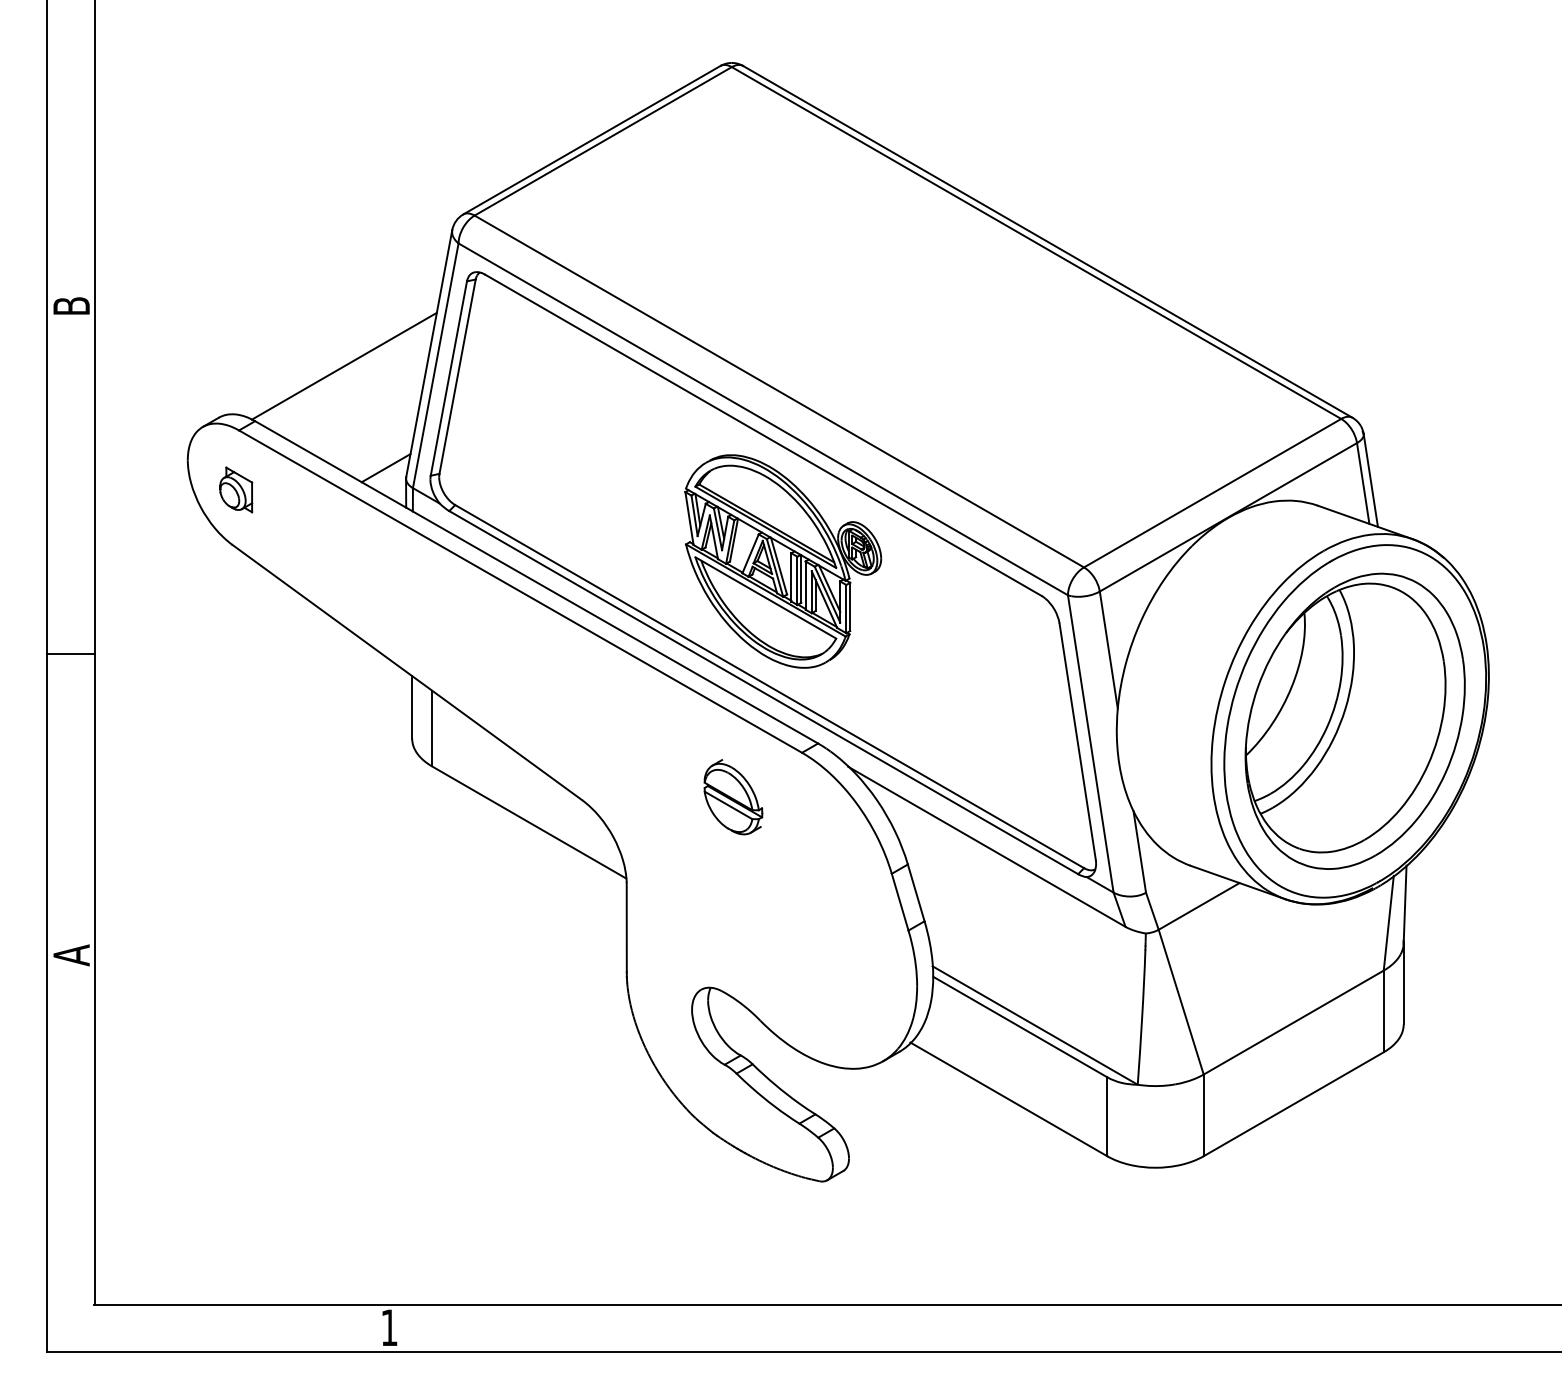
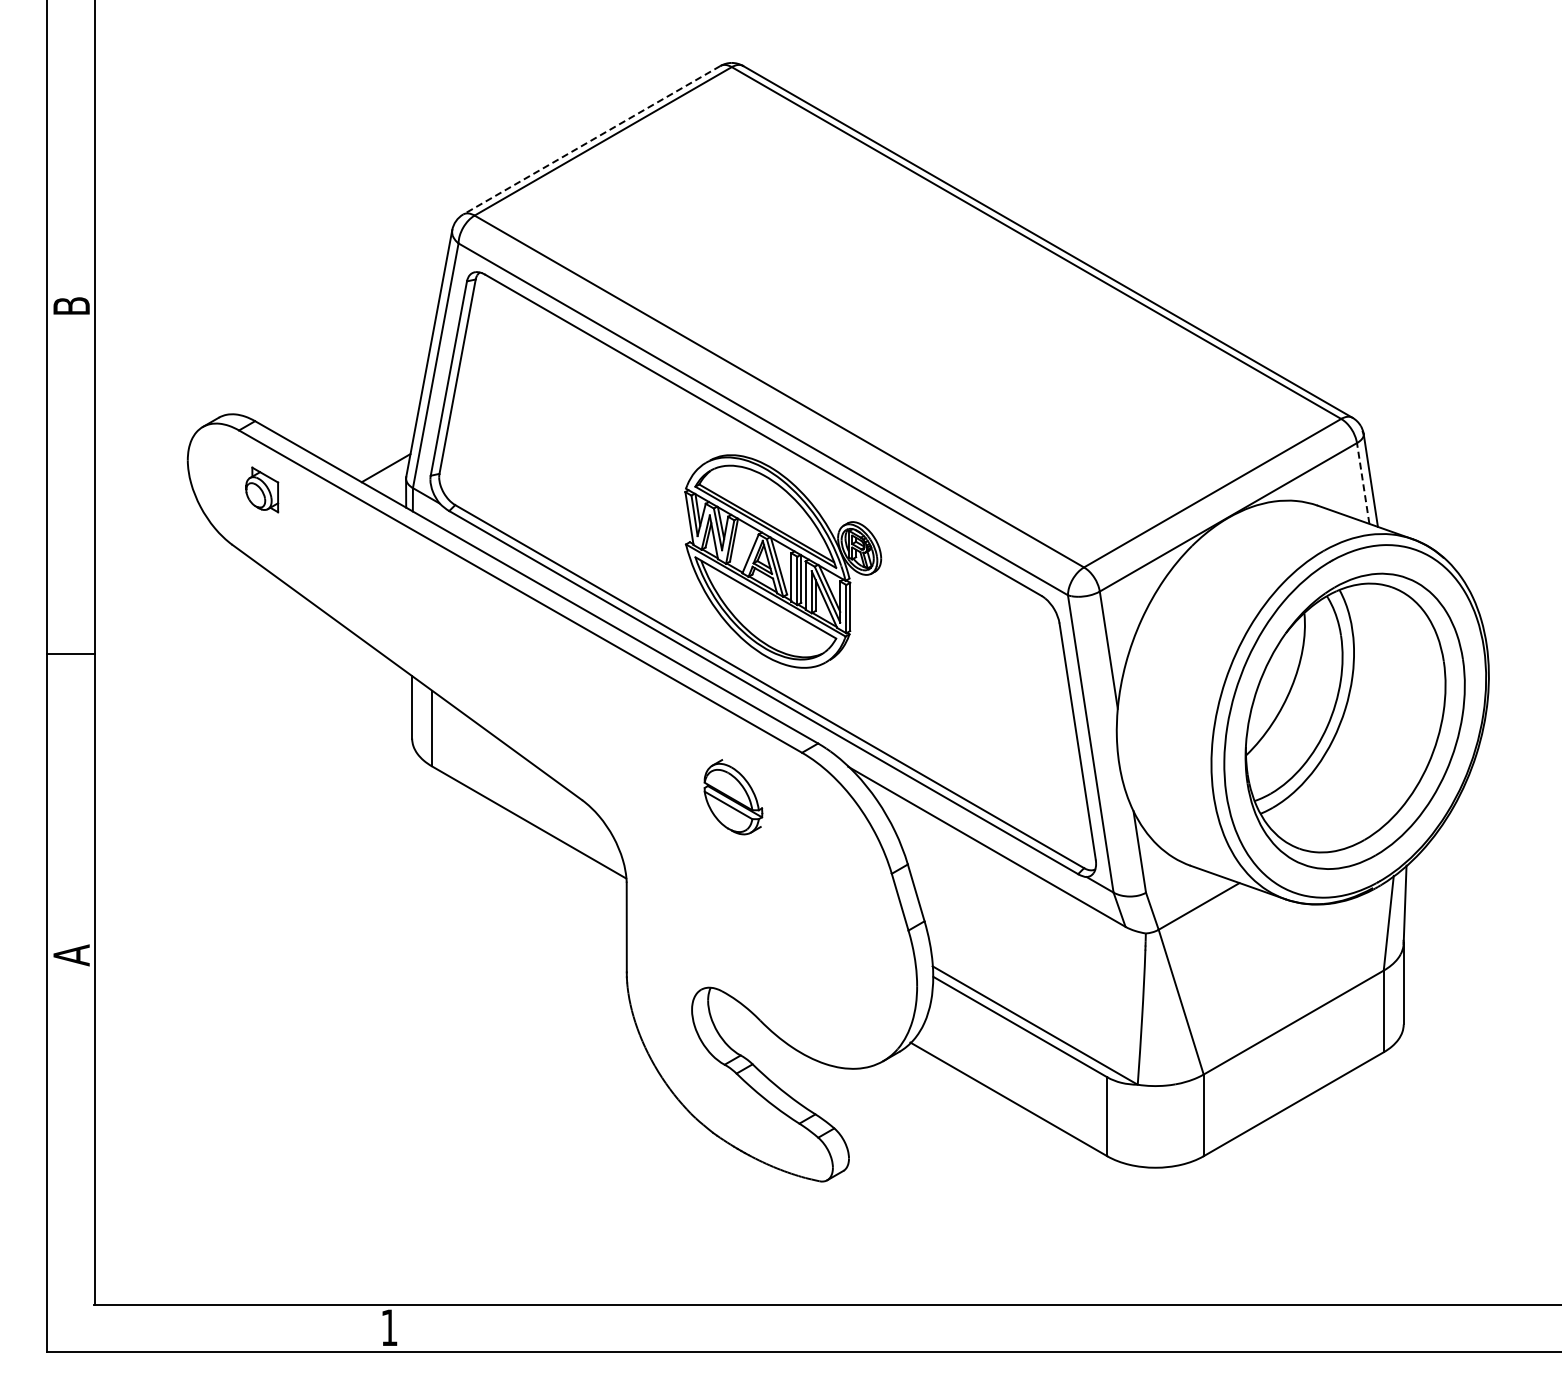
line at (591, 140): solid -> dashed
line at (343, 365): present -> none
line at (1363, 483): solid -> dashed
part at (236, 489) position: (236, 489) -> (262, 489)
